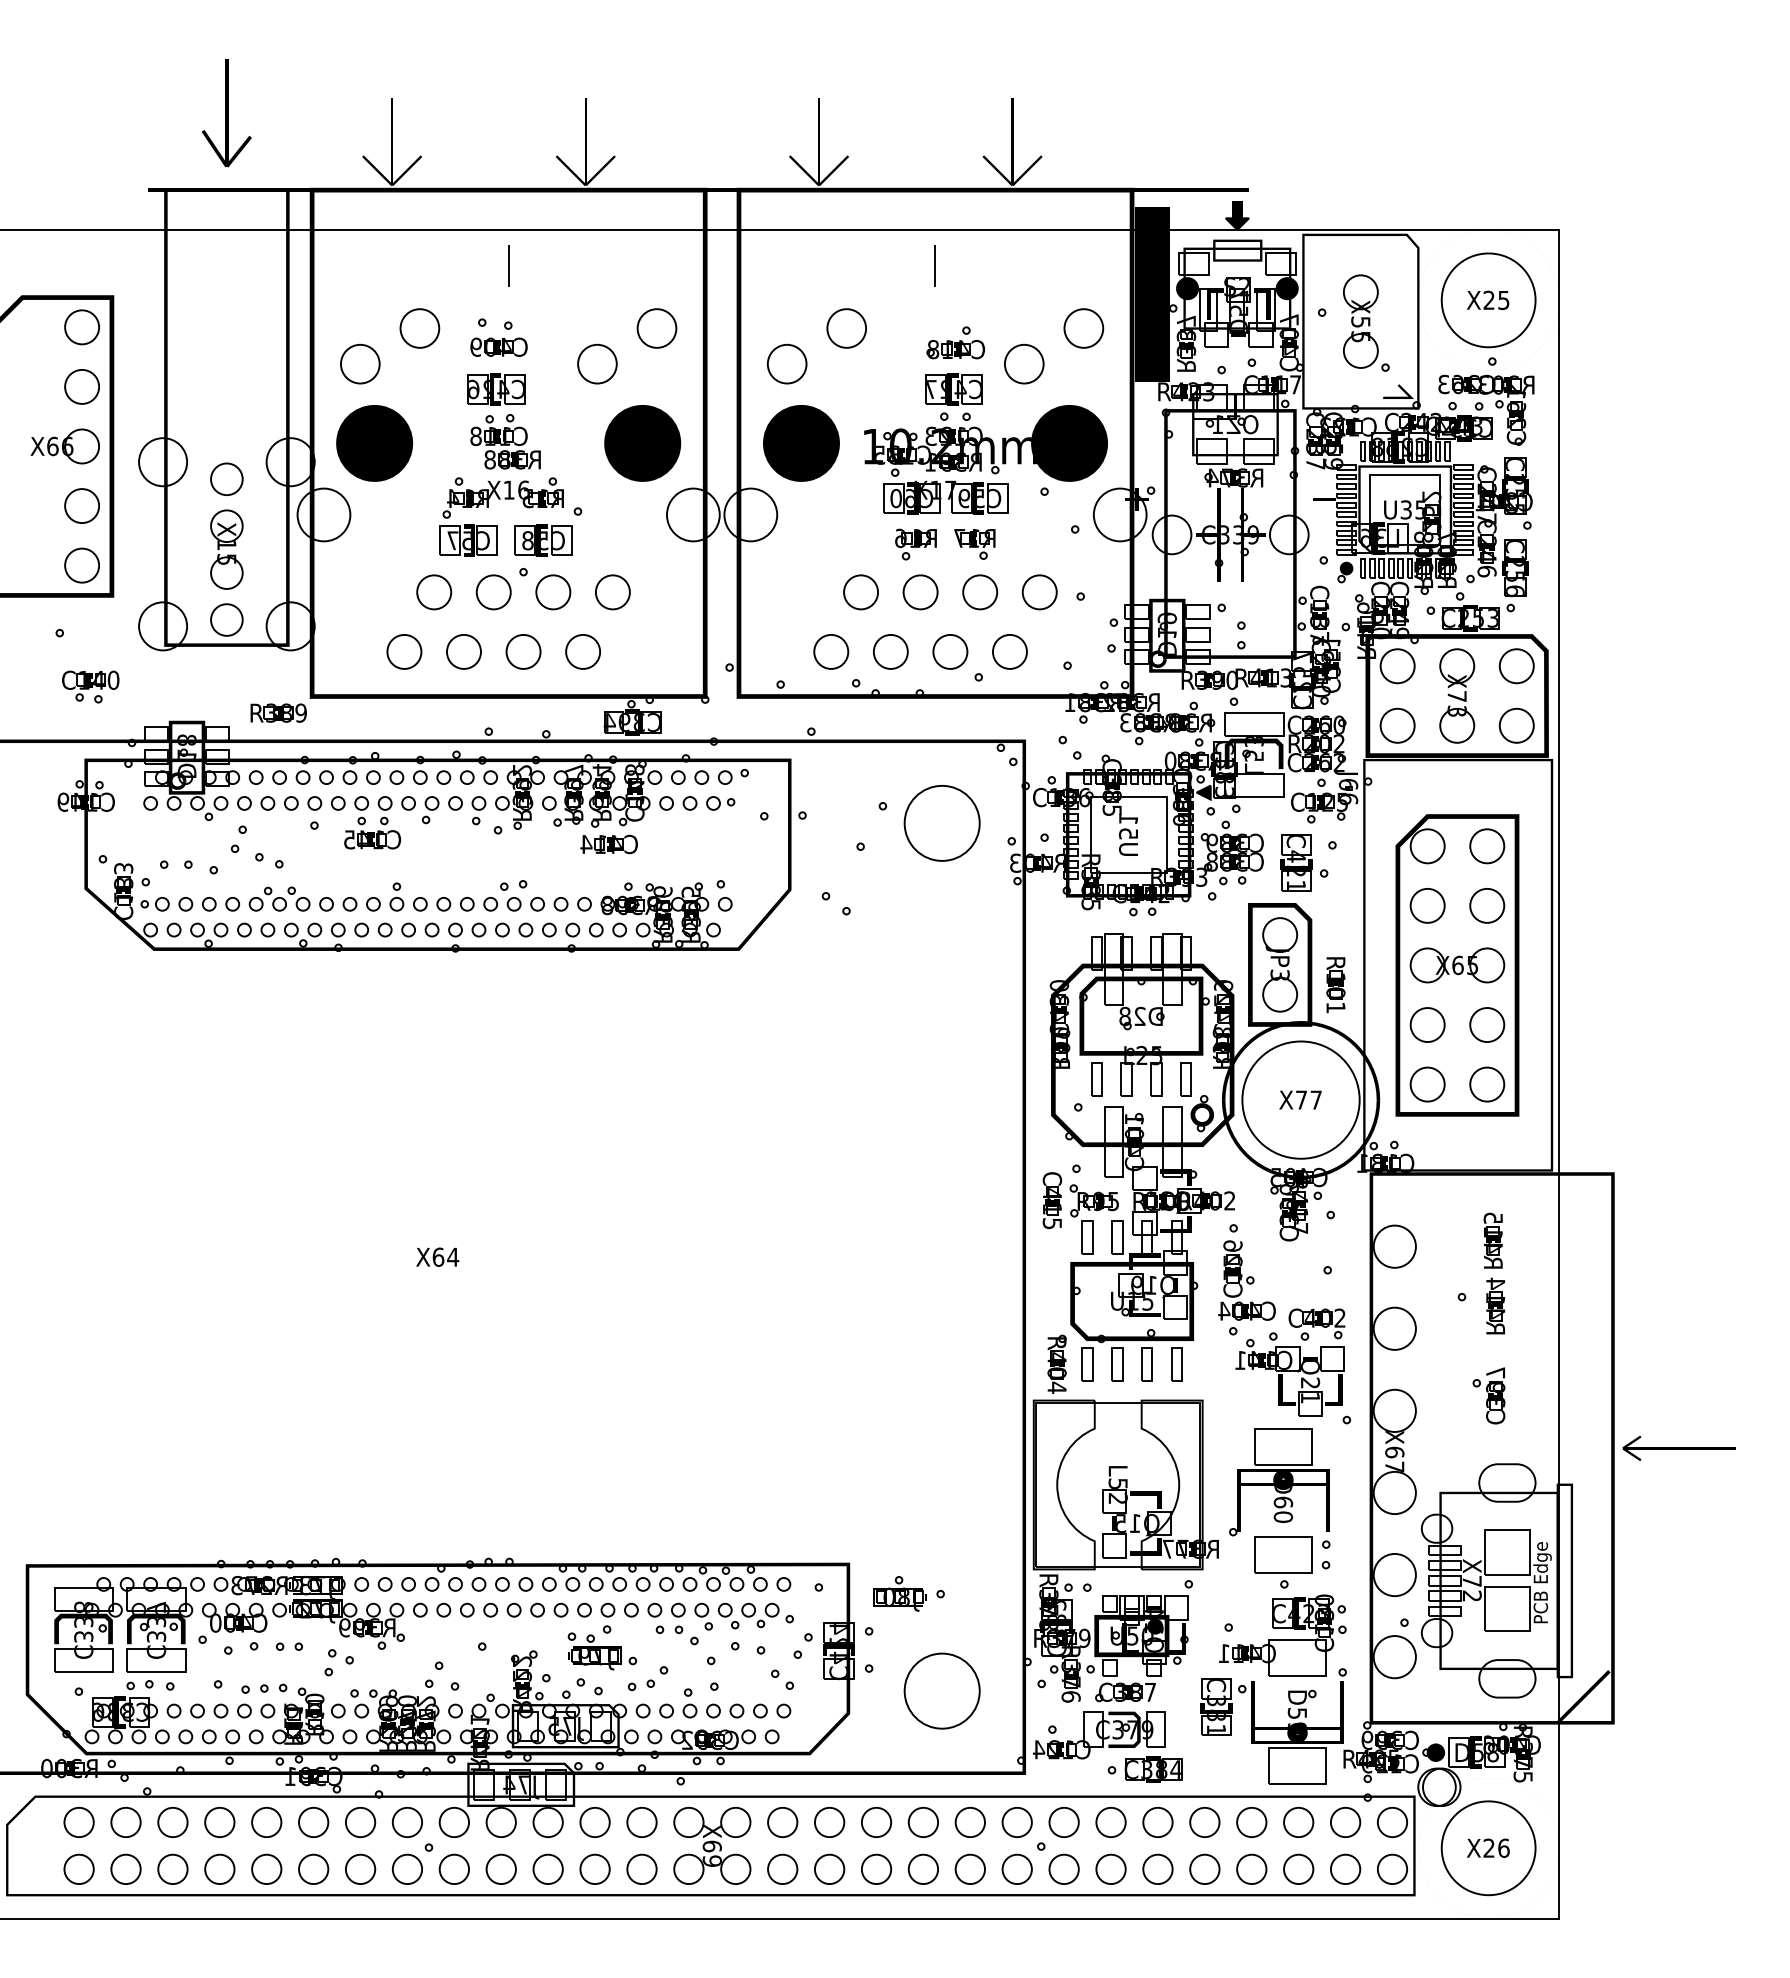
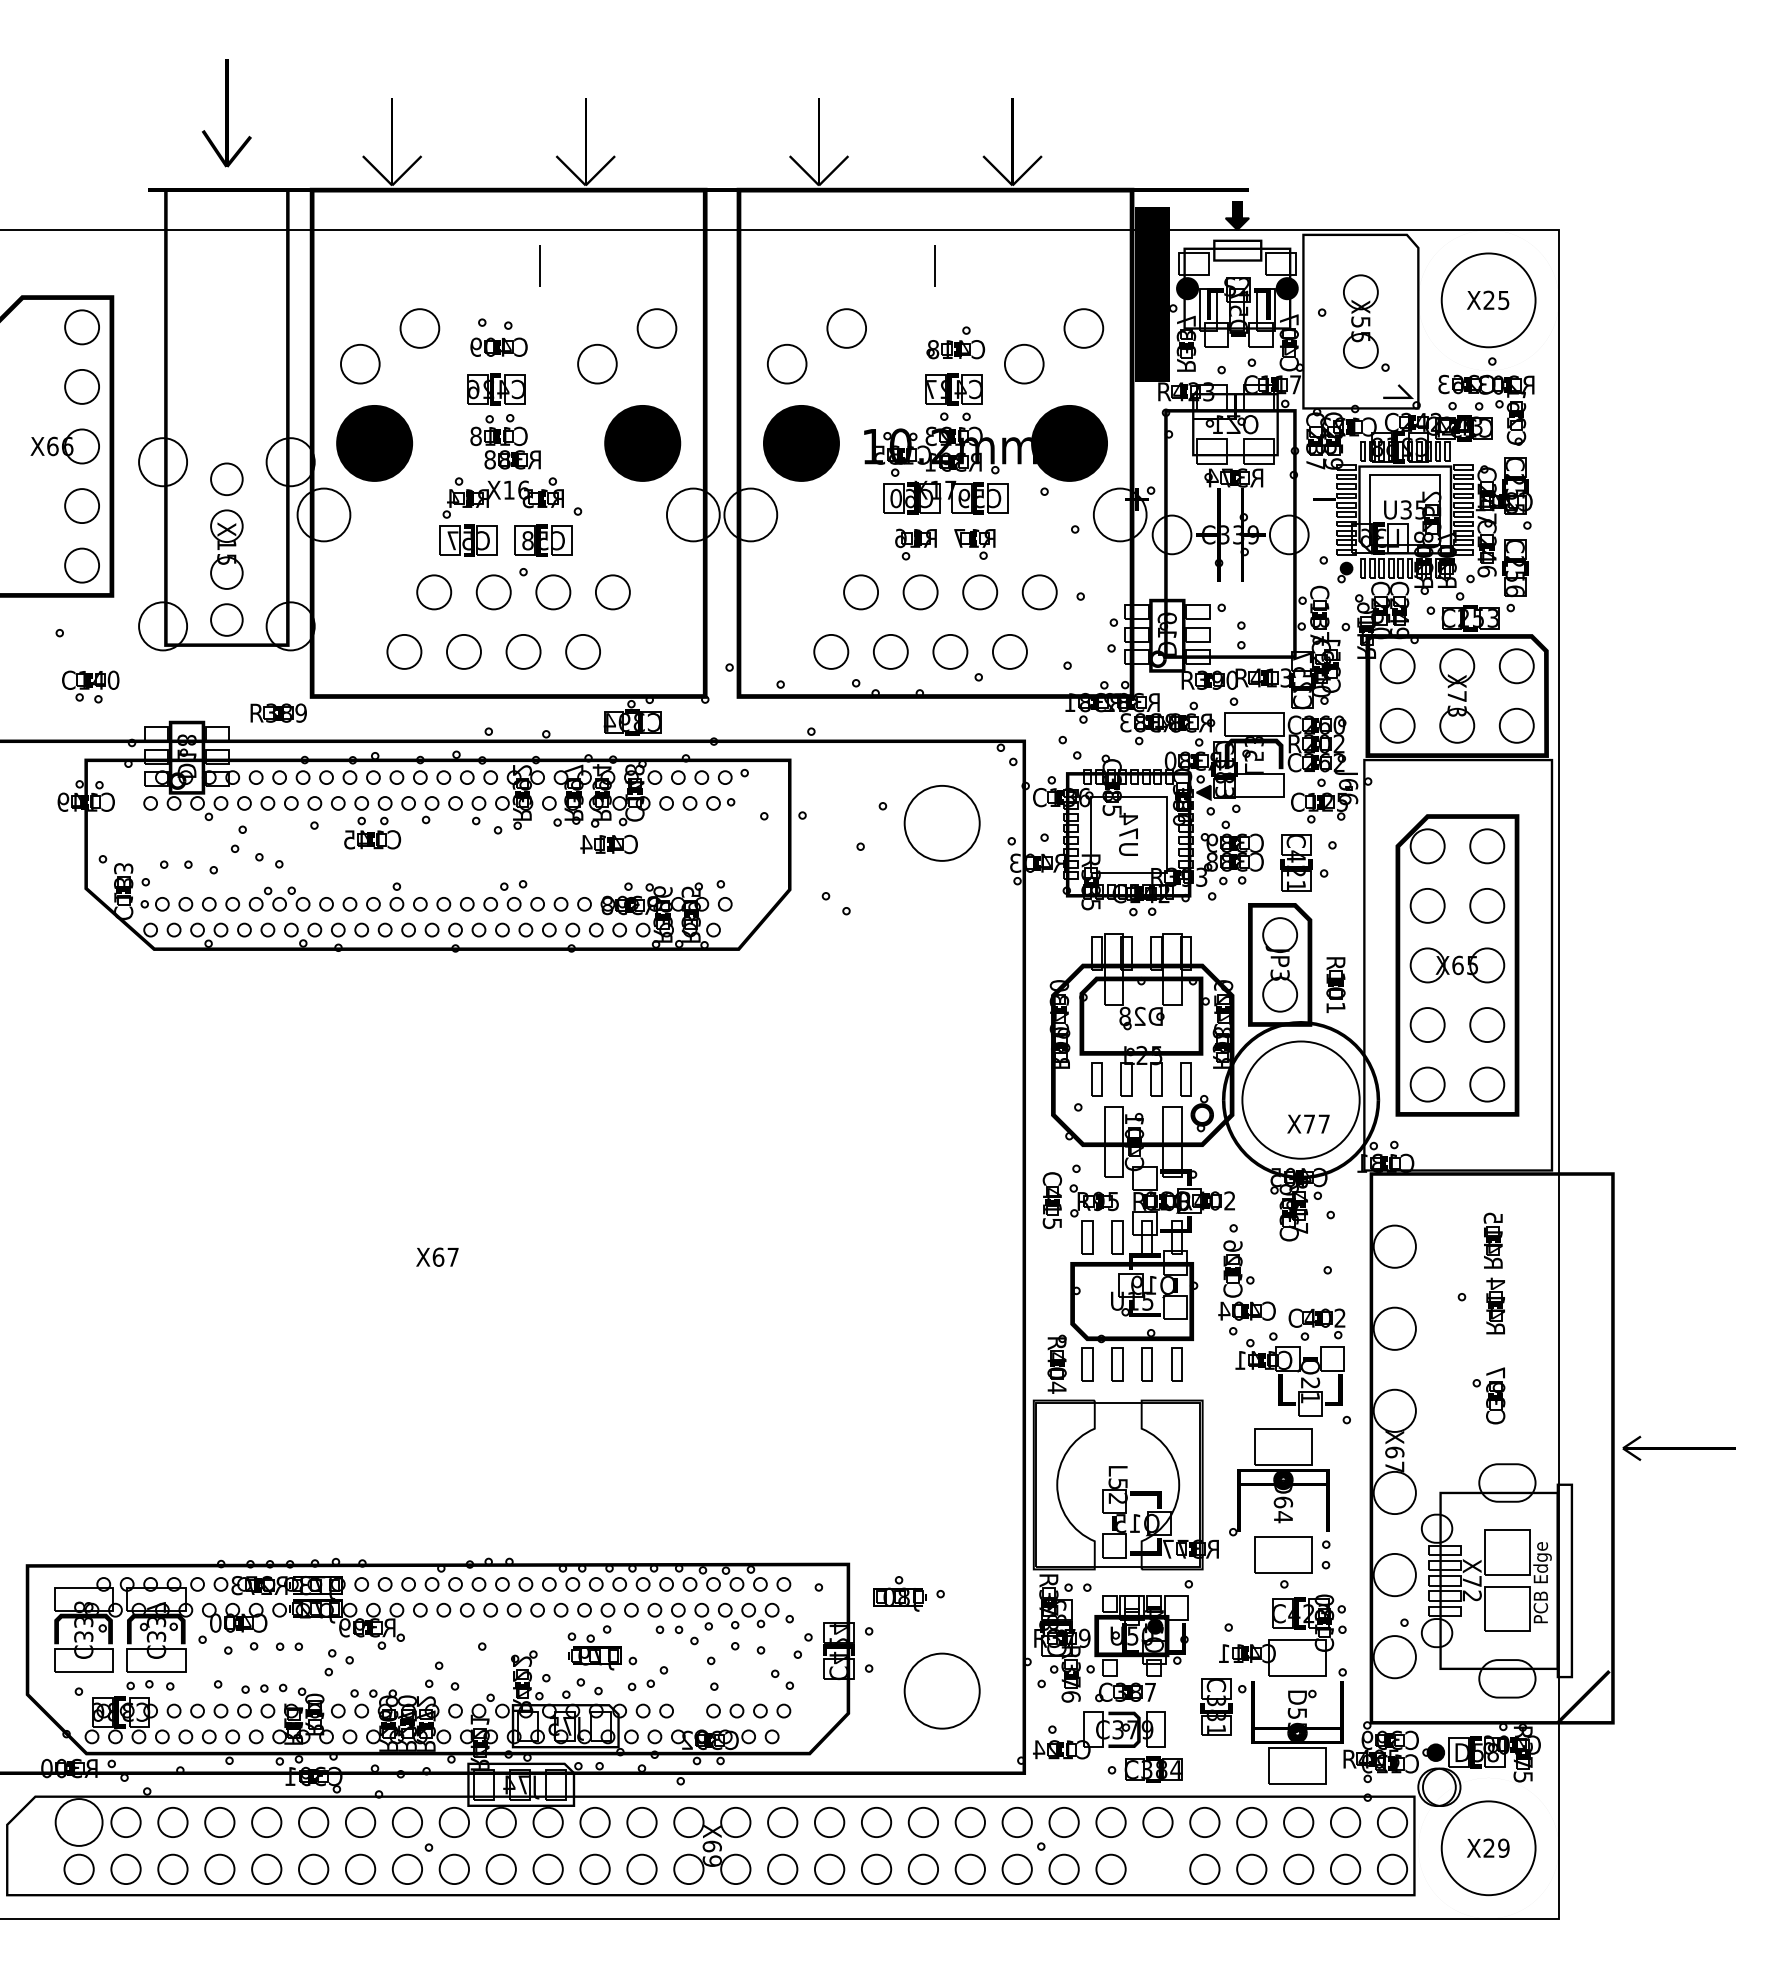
line at (508, 265) position: (508, 265) -> (539, 265)
text at (1128, 826): U51 -> U74
text at (1300, 1099) position: (1300, 1099) -> (1308, 1123)
text at (453, 1256): X64 -> X67
text at (1283, 1517): D60 -> D64
part at (689, 1703): present -> none
text at (1297, 1727): D59 -> D55
circle at (78, 1822) diameter: 29 px -> 47 px
text at (1503, 1847): X26 -> X29
circle at (1157, 1868): present -> none
